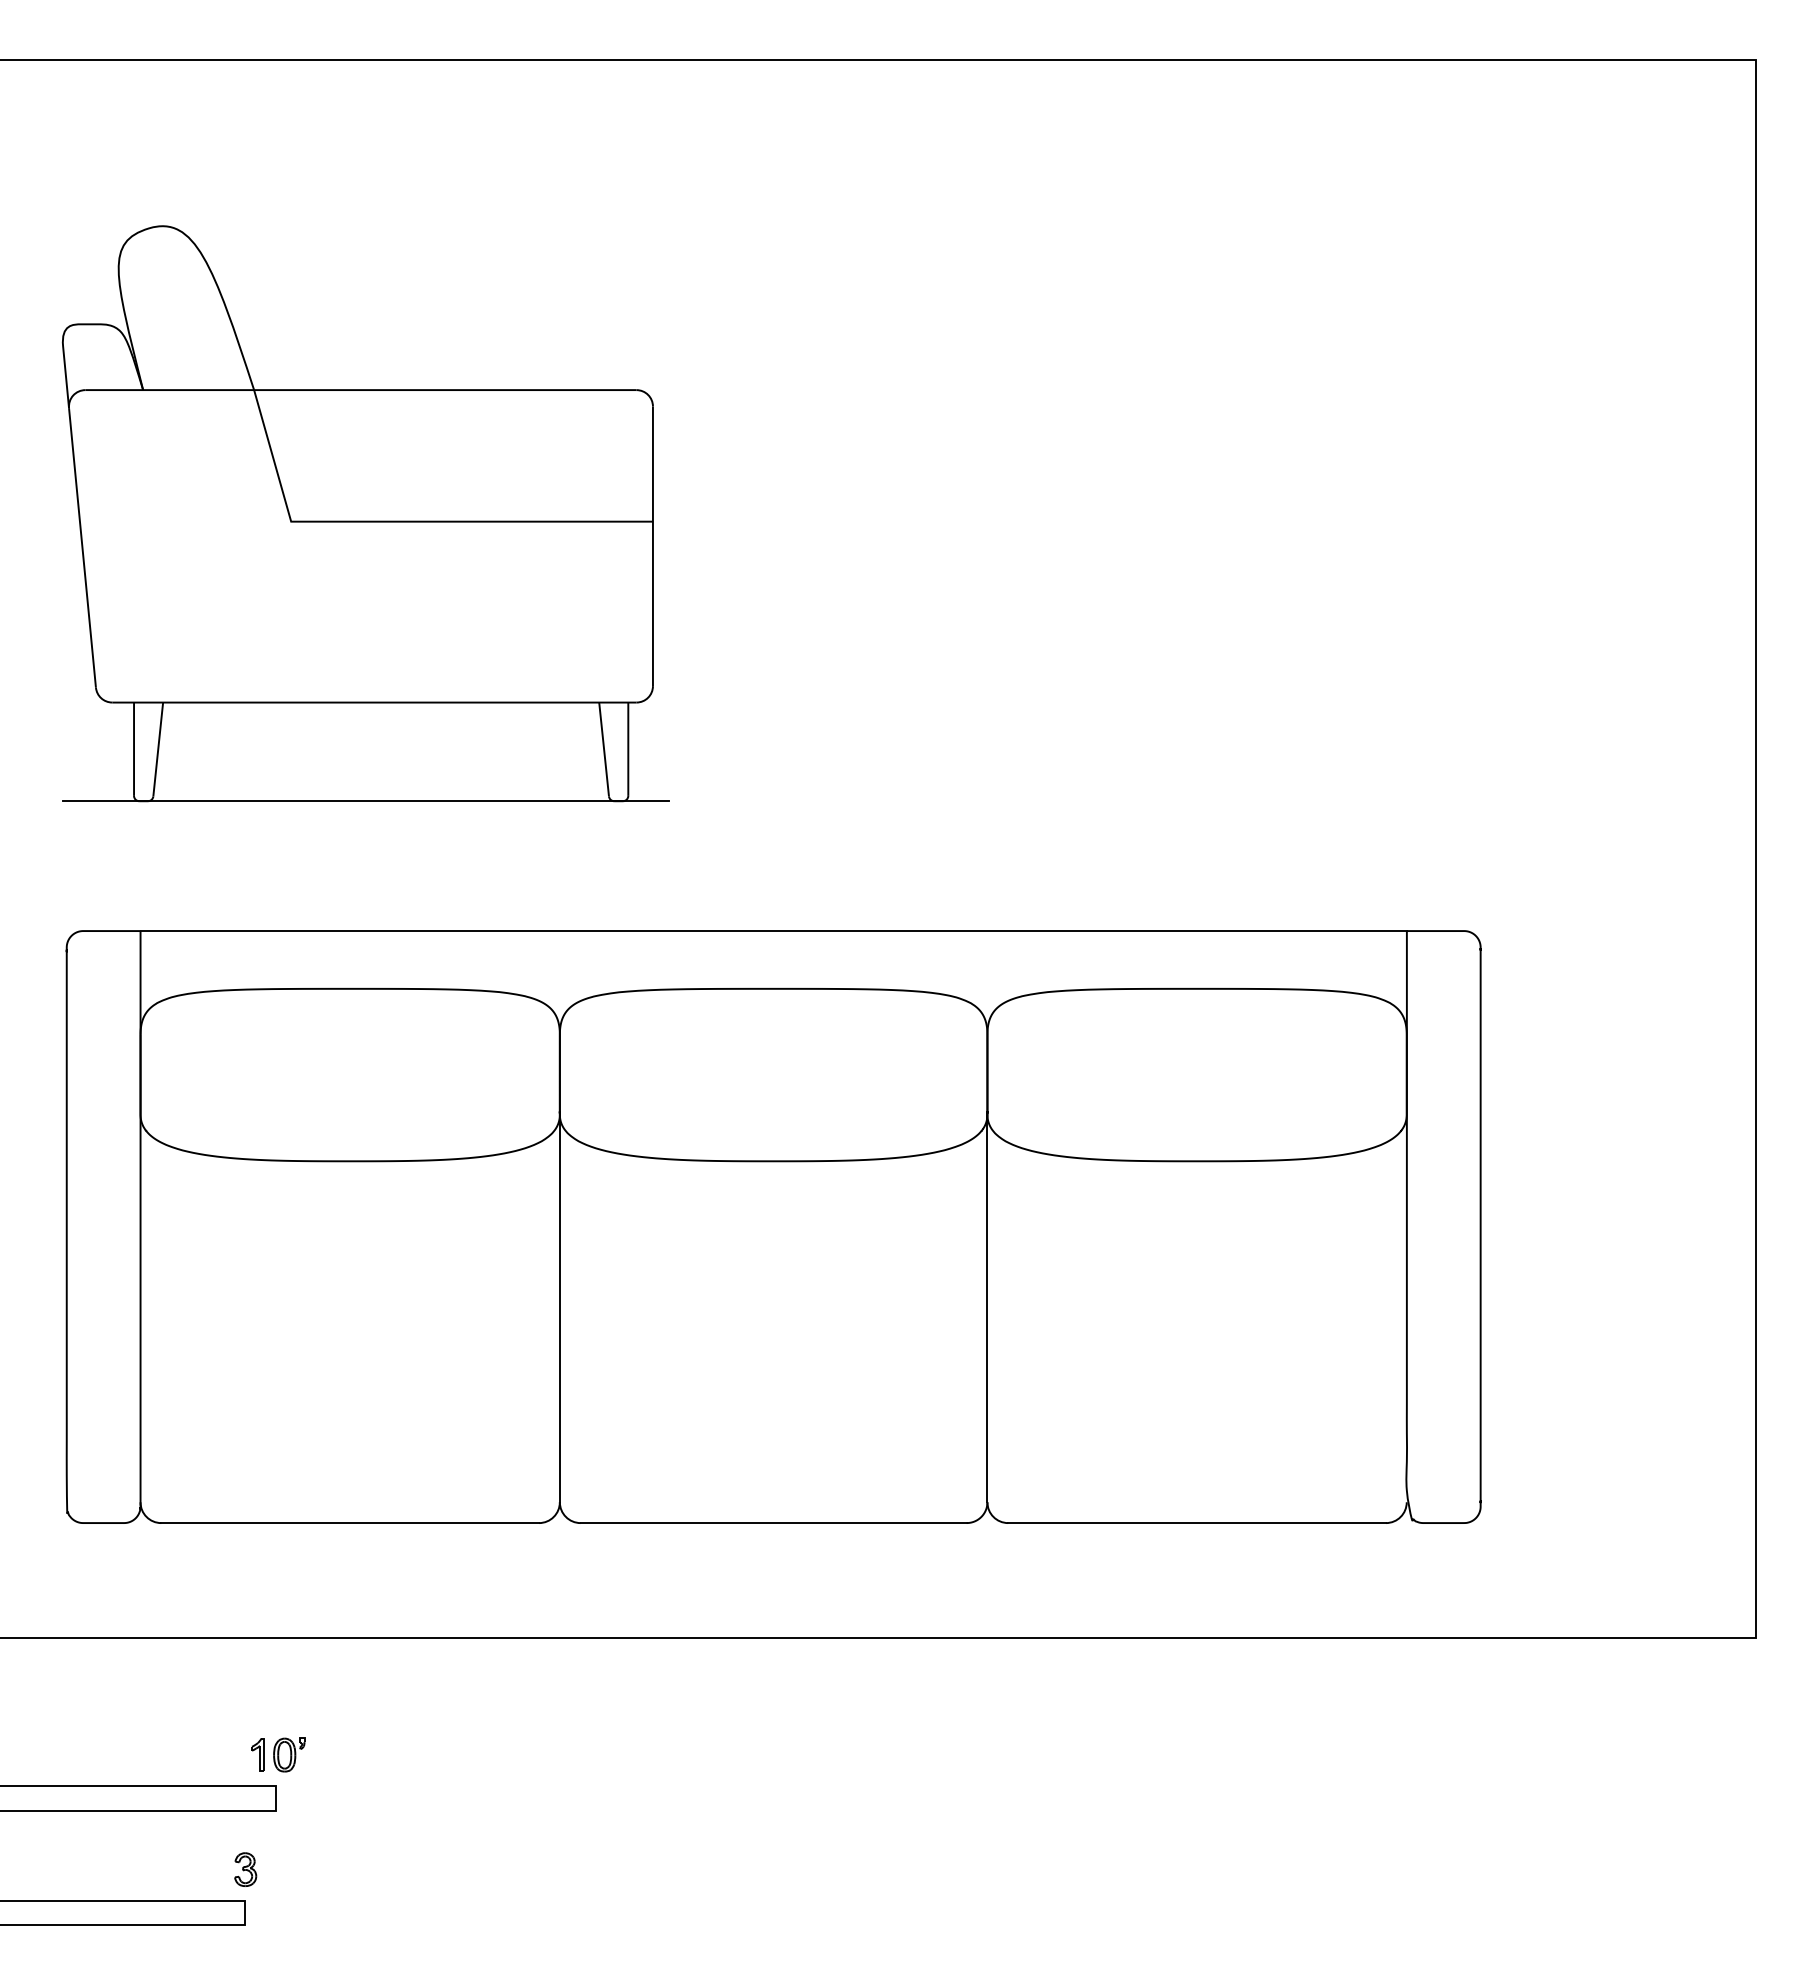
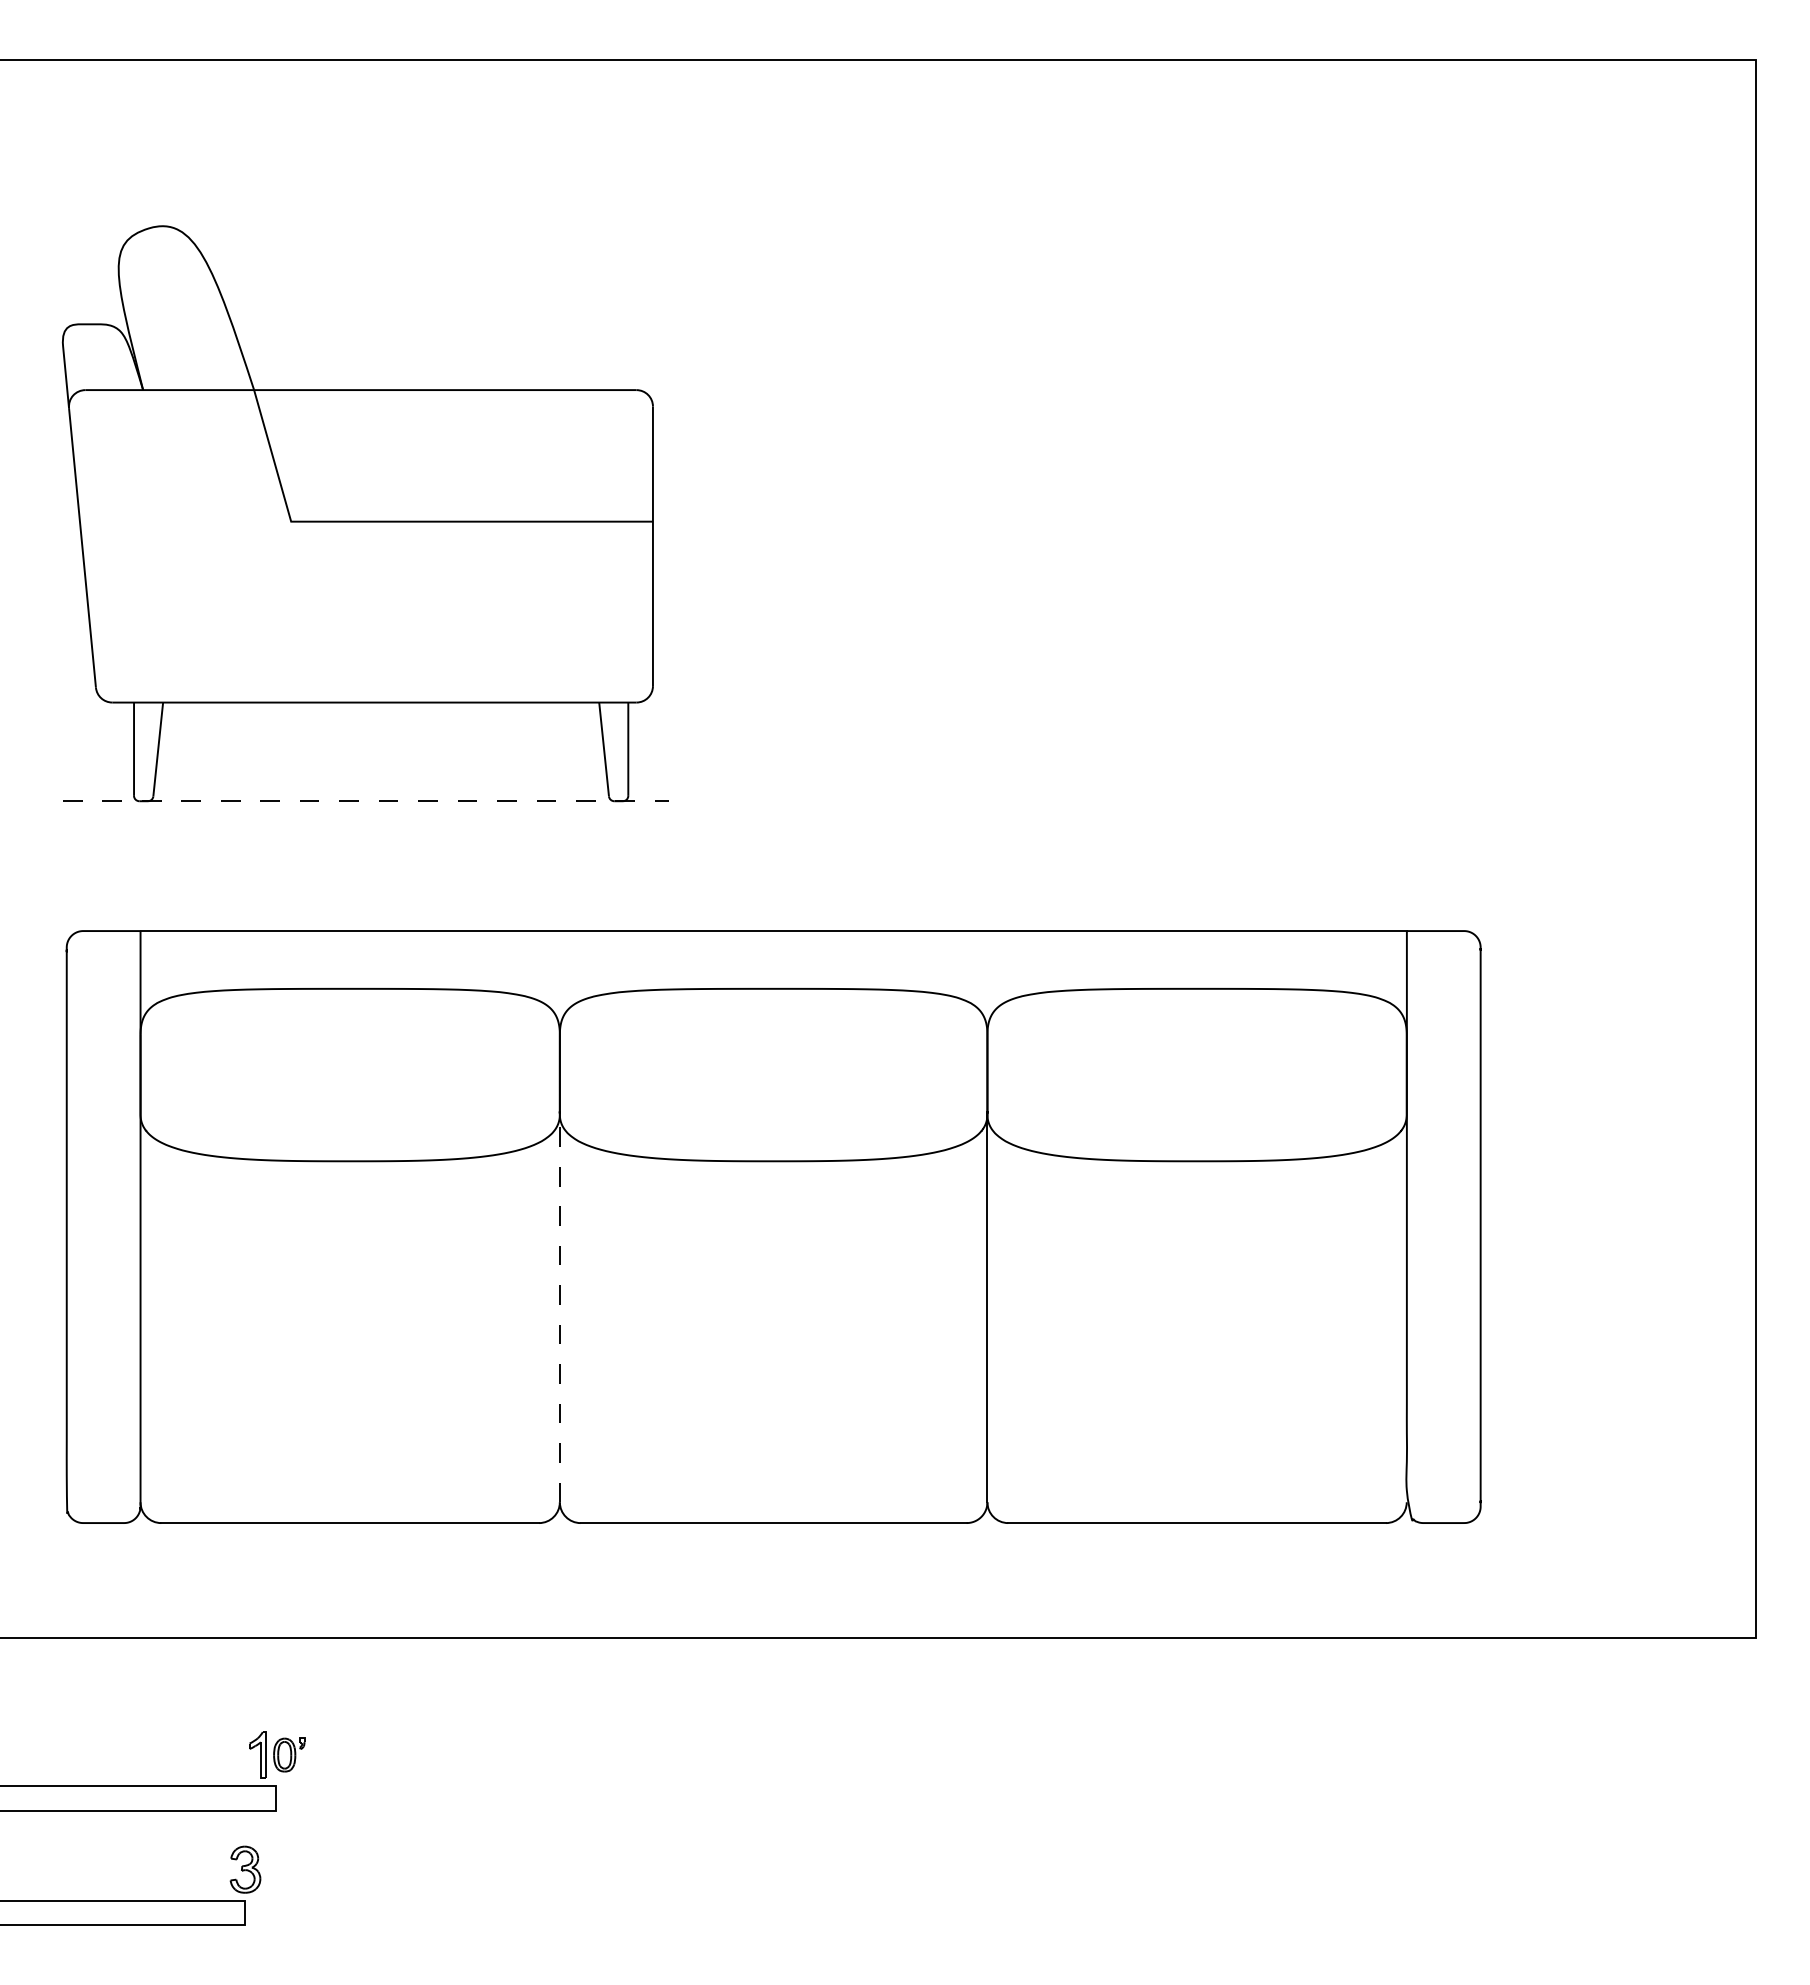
line at (366, 801): solid -> dashed
line at (559, 1308): solid -> dashed
part at (257, 1754) size: 14x34 px -> 18x48 px
part at (245, 1869) size: 24x35 px -> 33x49 px
